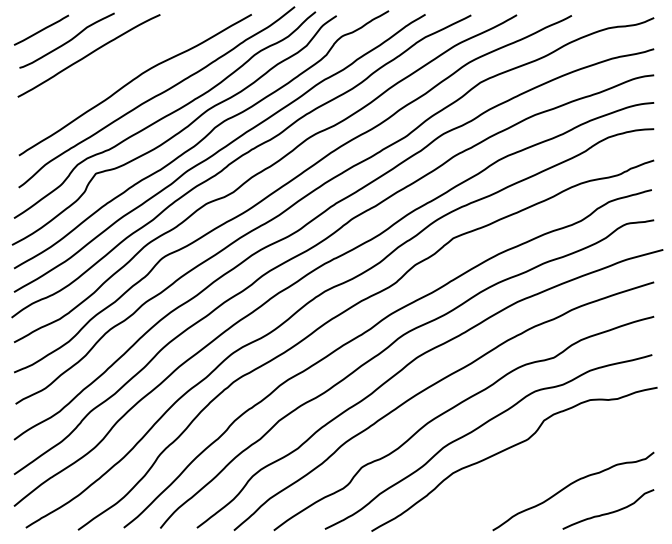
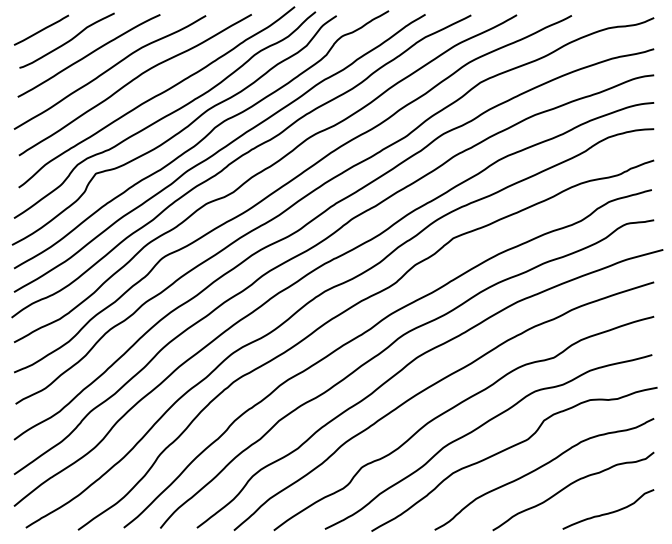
curve at (109, 70): none -> present
curve at (540, 468): none -> present
